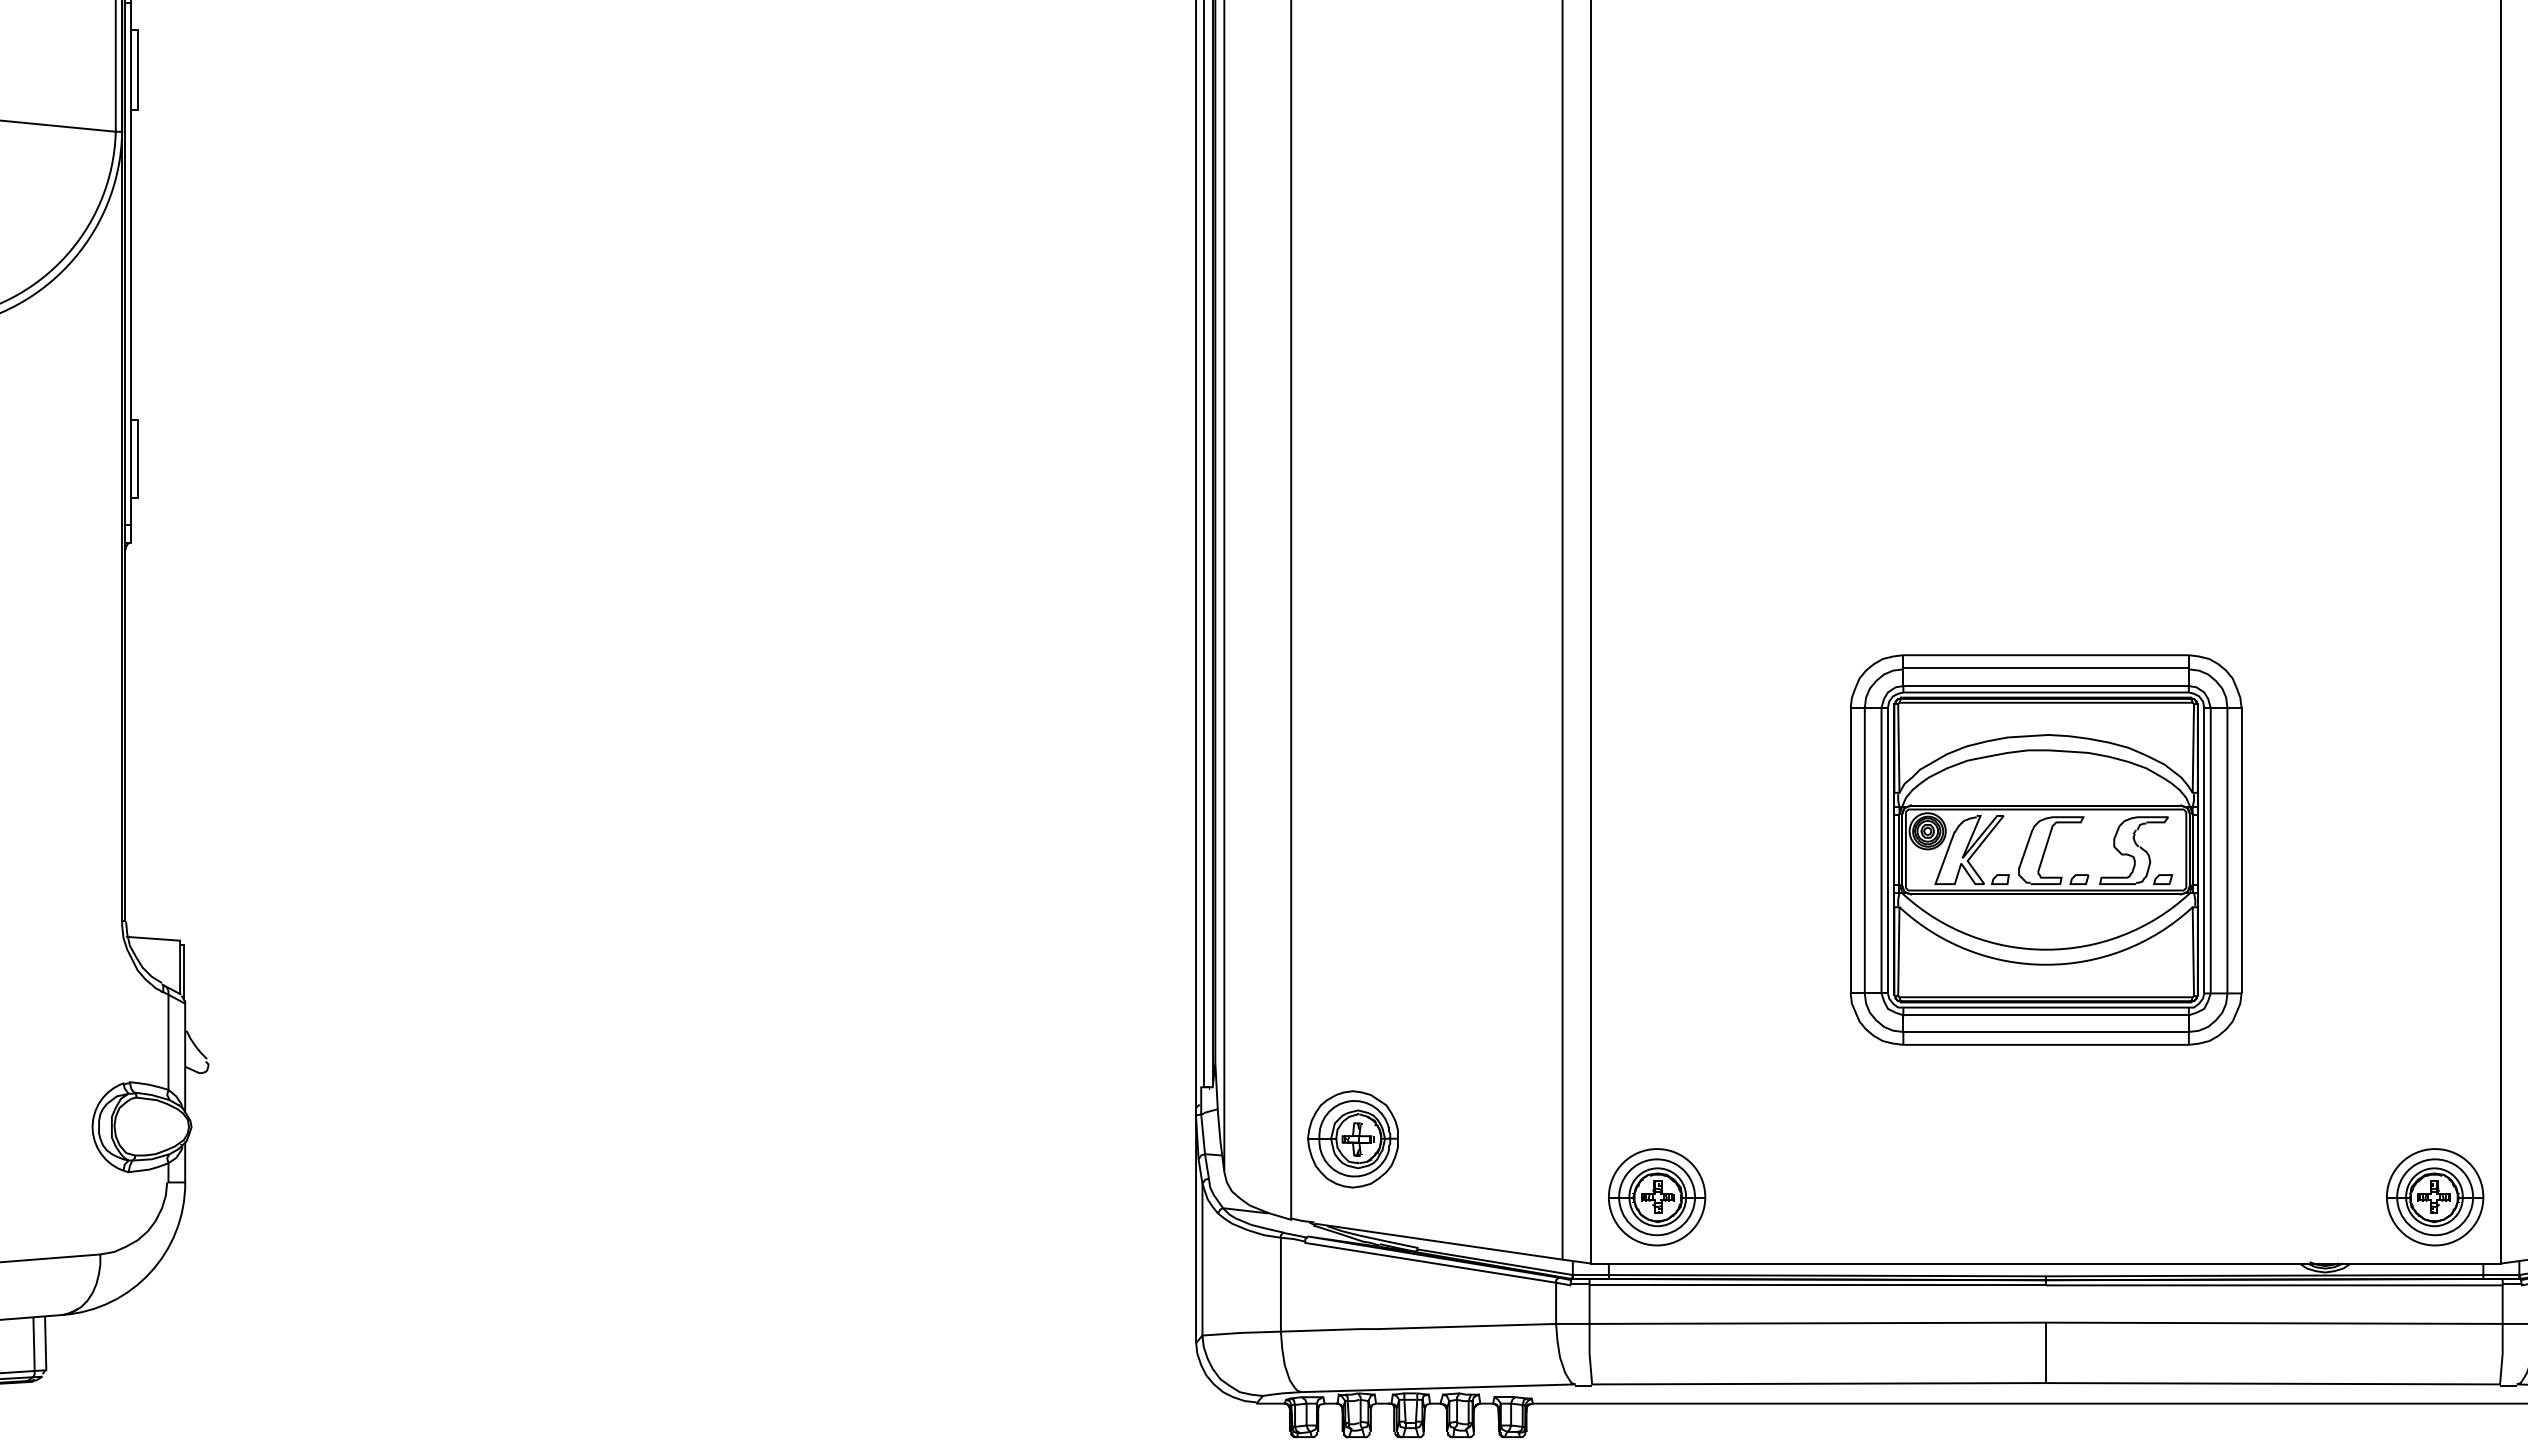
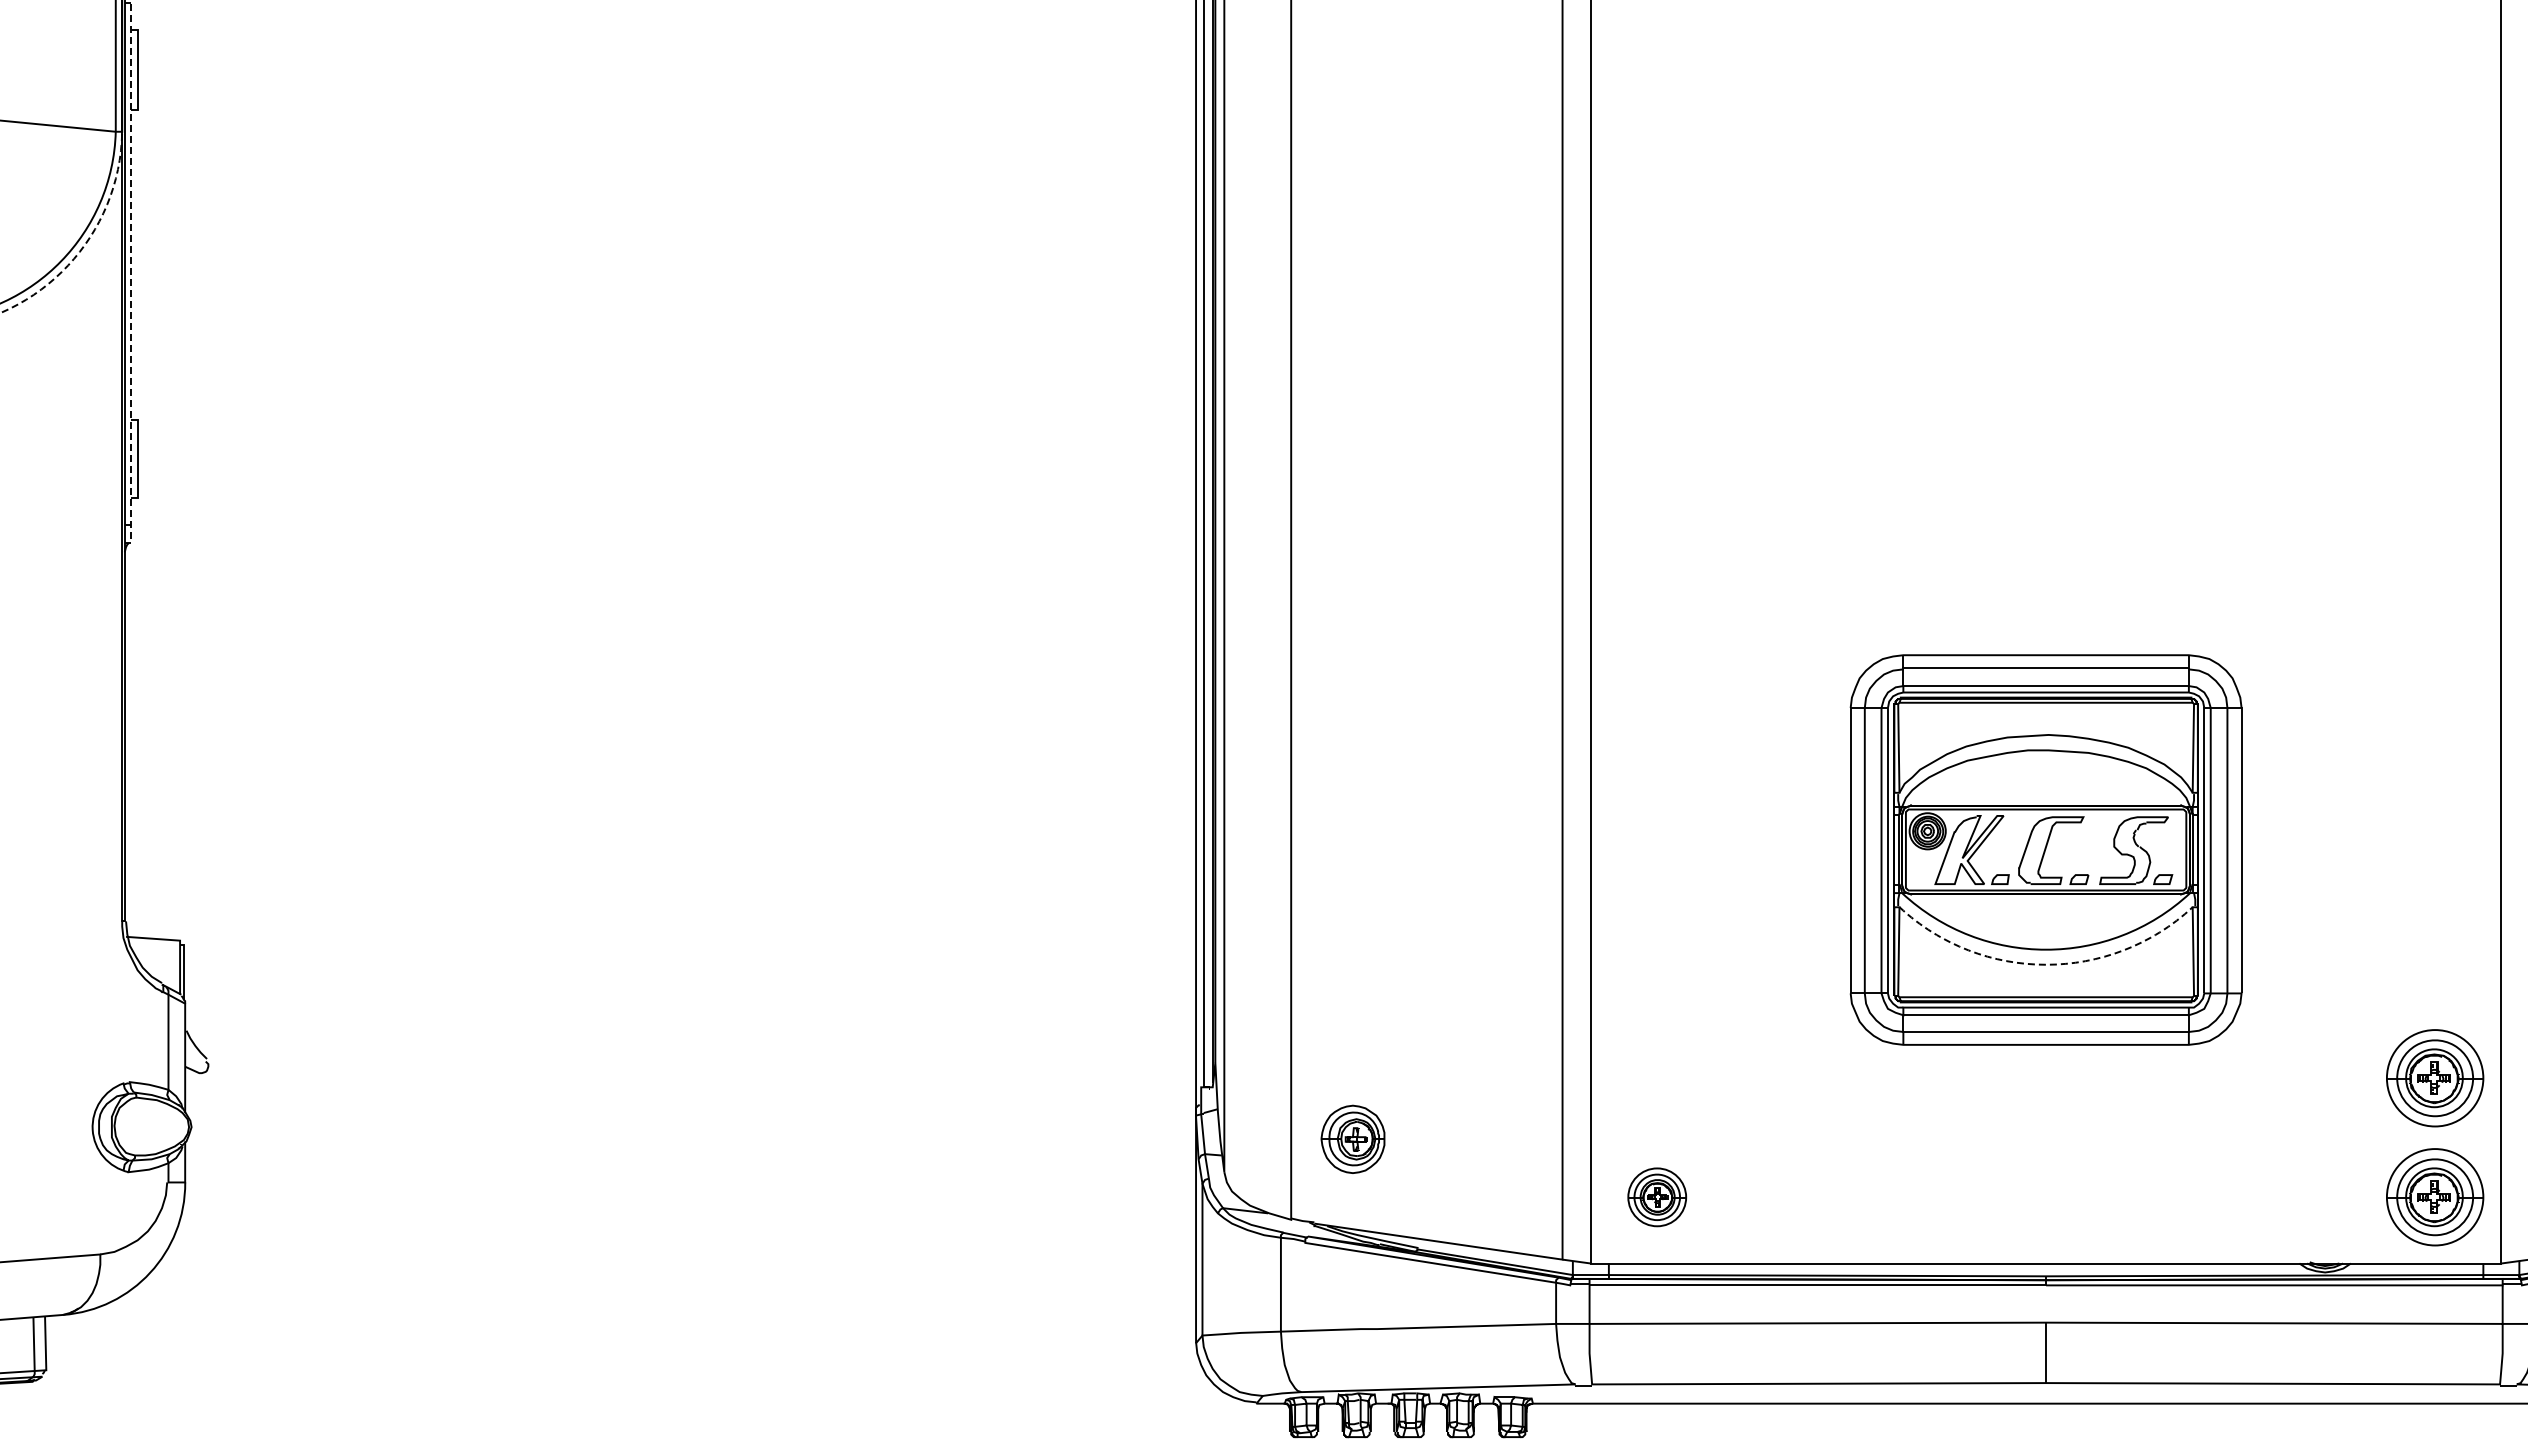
arc at (87, 240): solid -> dashed
line at (131, 275): solid -> dashed
arc at (2046, 964): solid -> dashed
part at (2435, 1078): none -> present
part at (1352, 1139) size: 92x99 px -> 66x70 px
part at (1657, 1197) size: 99x99 px -> 61x61 px
